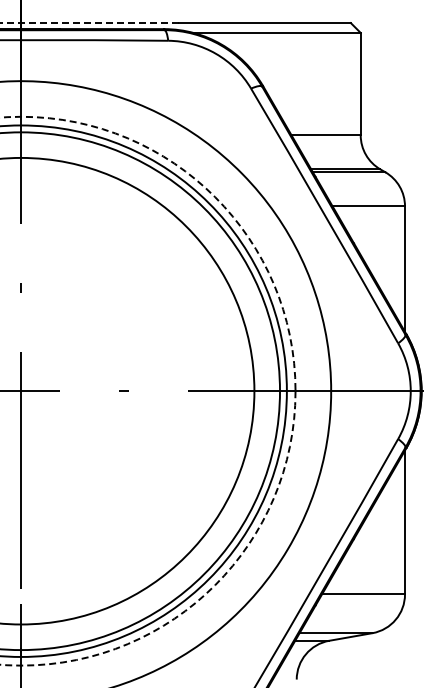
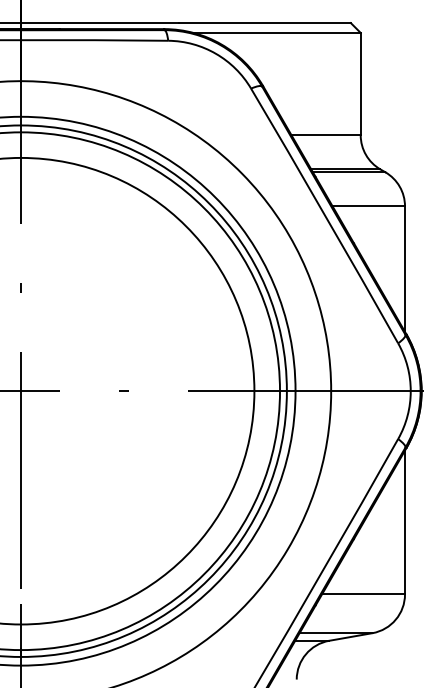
line at (89, 23): dashed -> solid
circle at (147, 390): dashed -> solid
